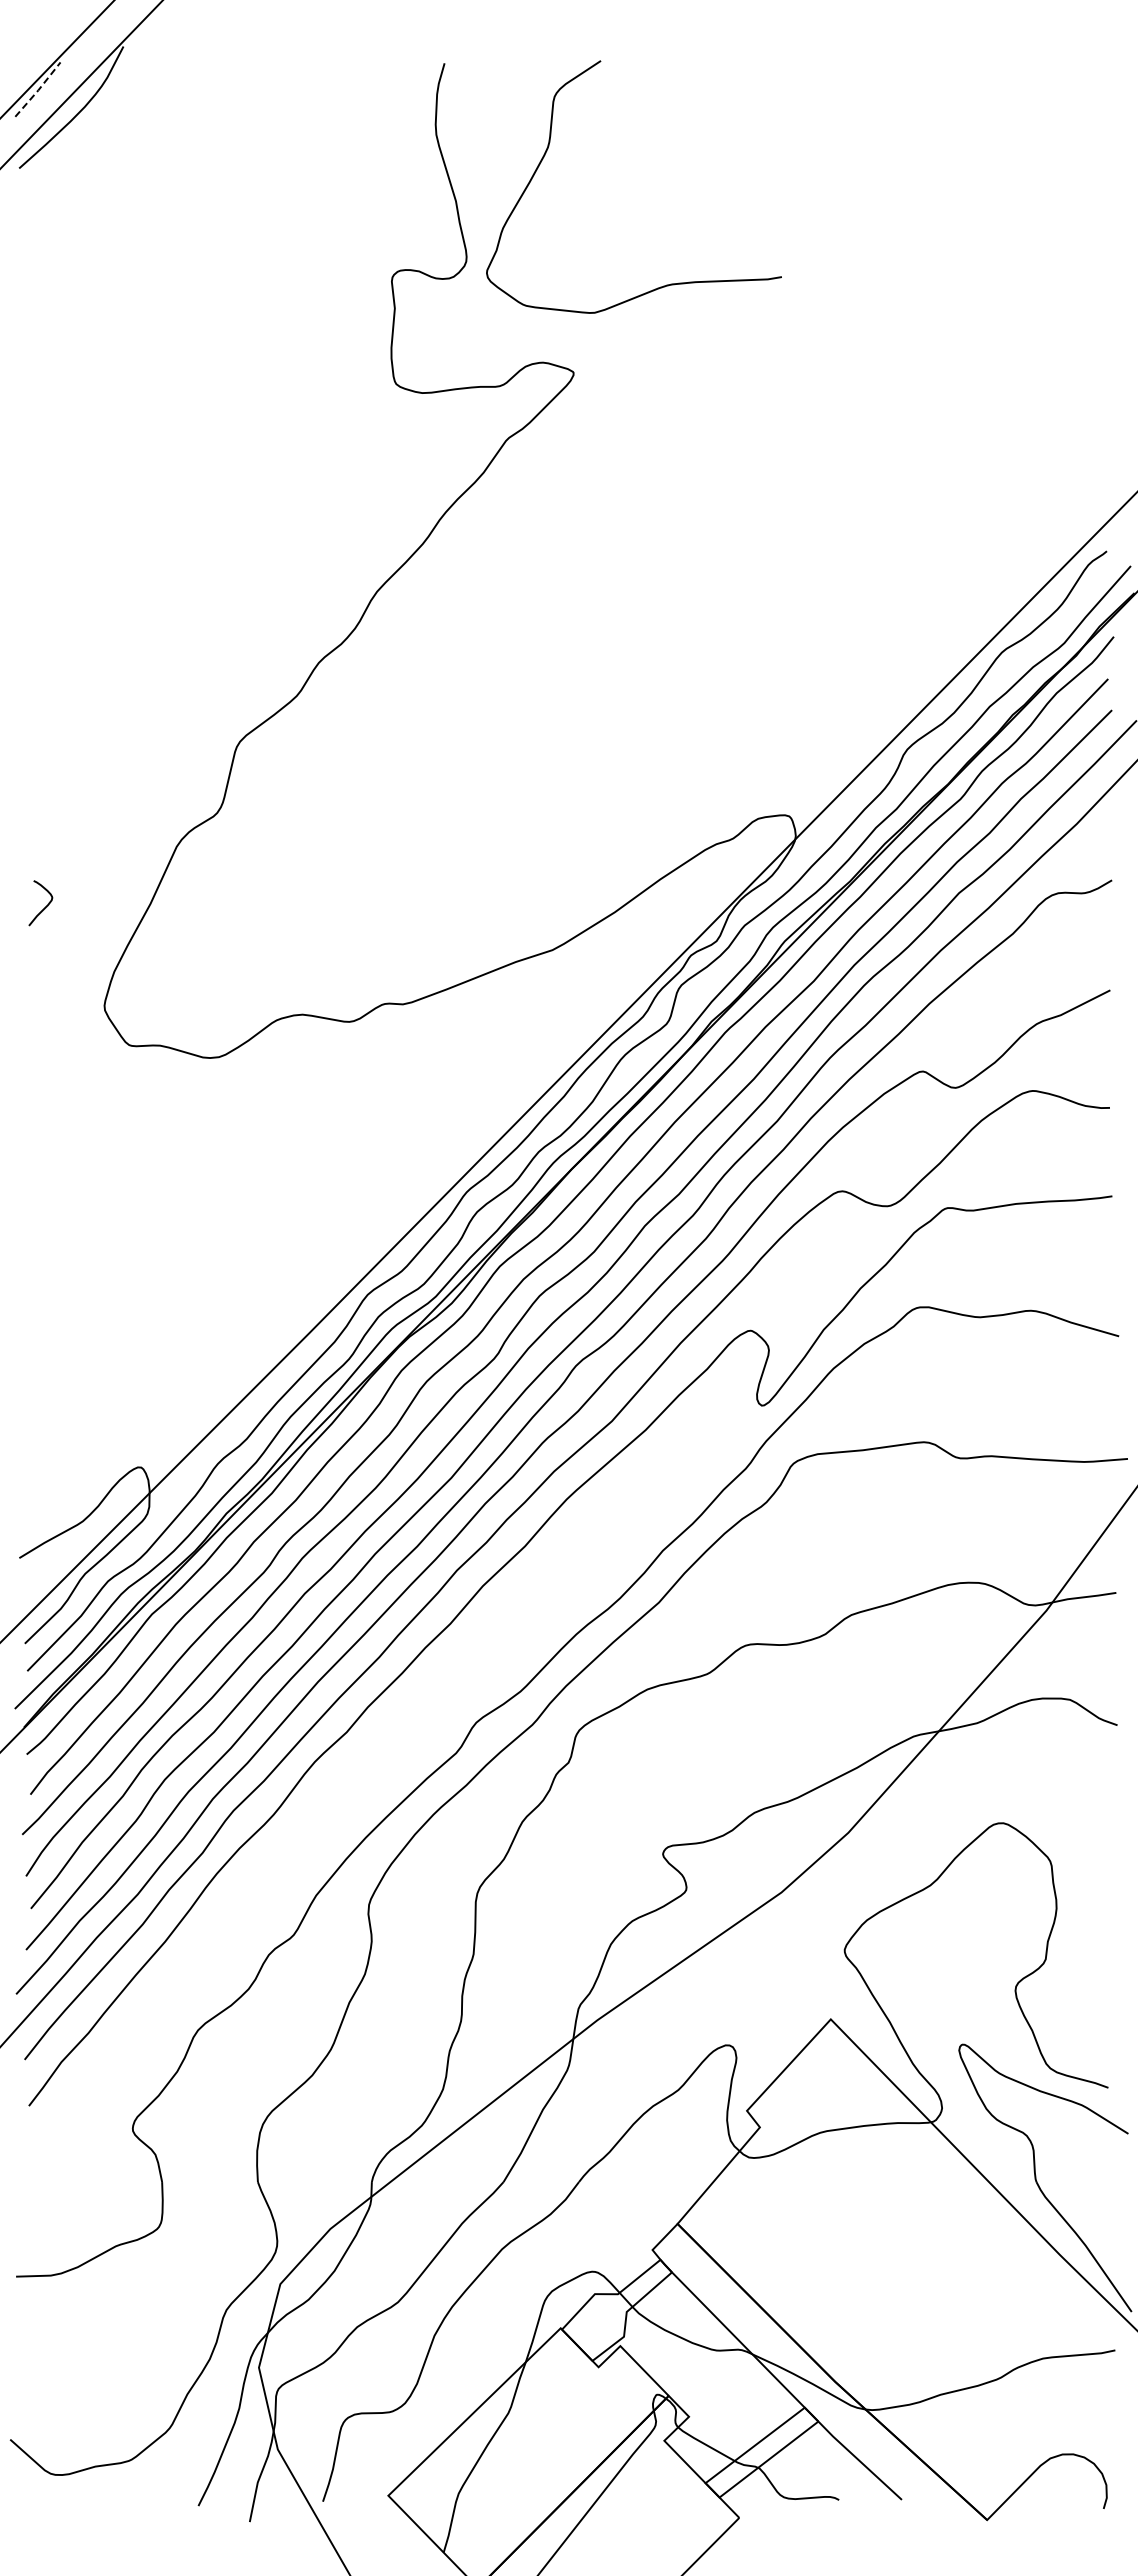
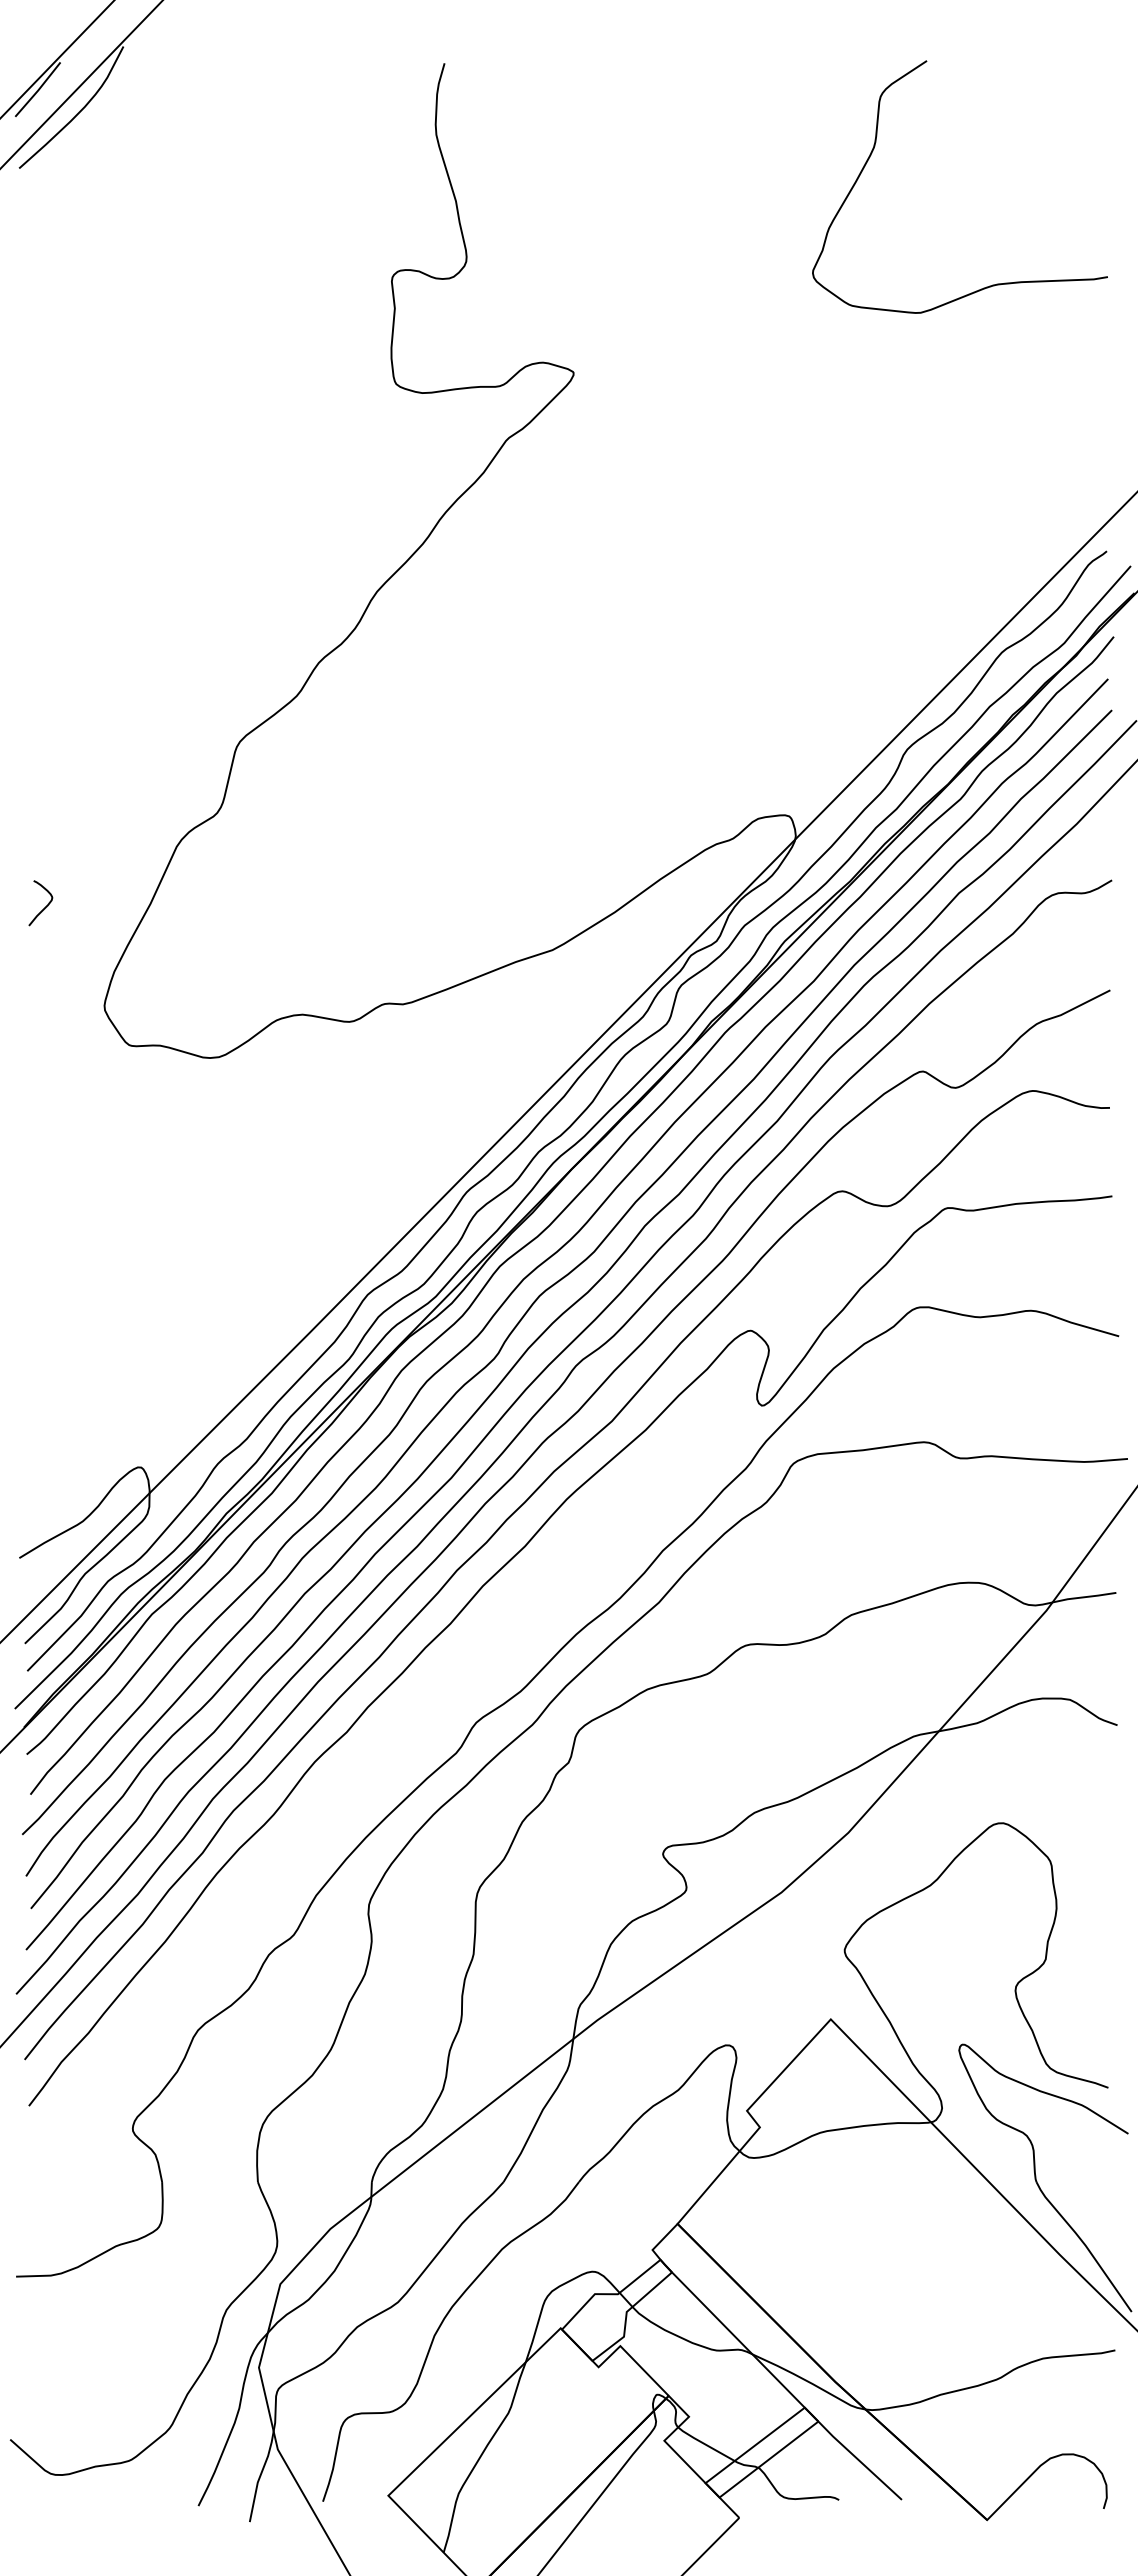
line at (38, 90): dashed -> solid
curve at (547, 151) position: (547, 151) -> (873, 151)
